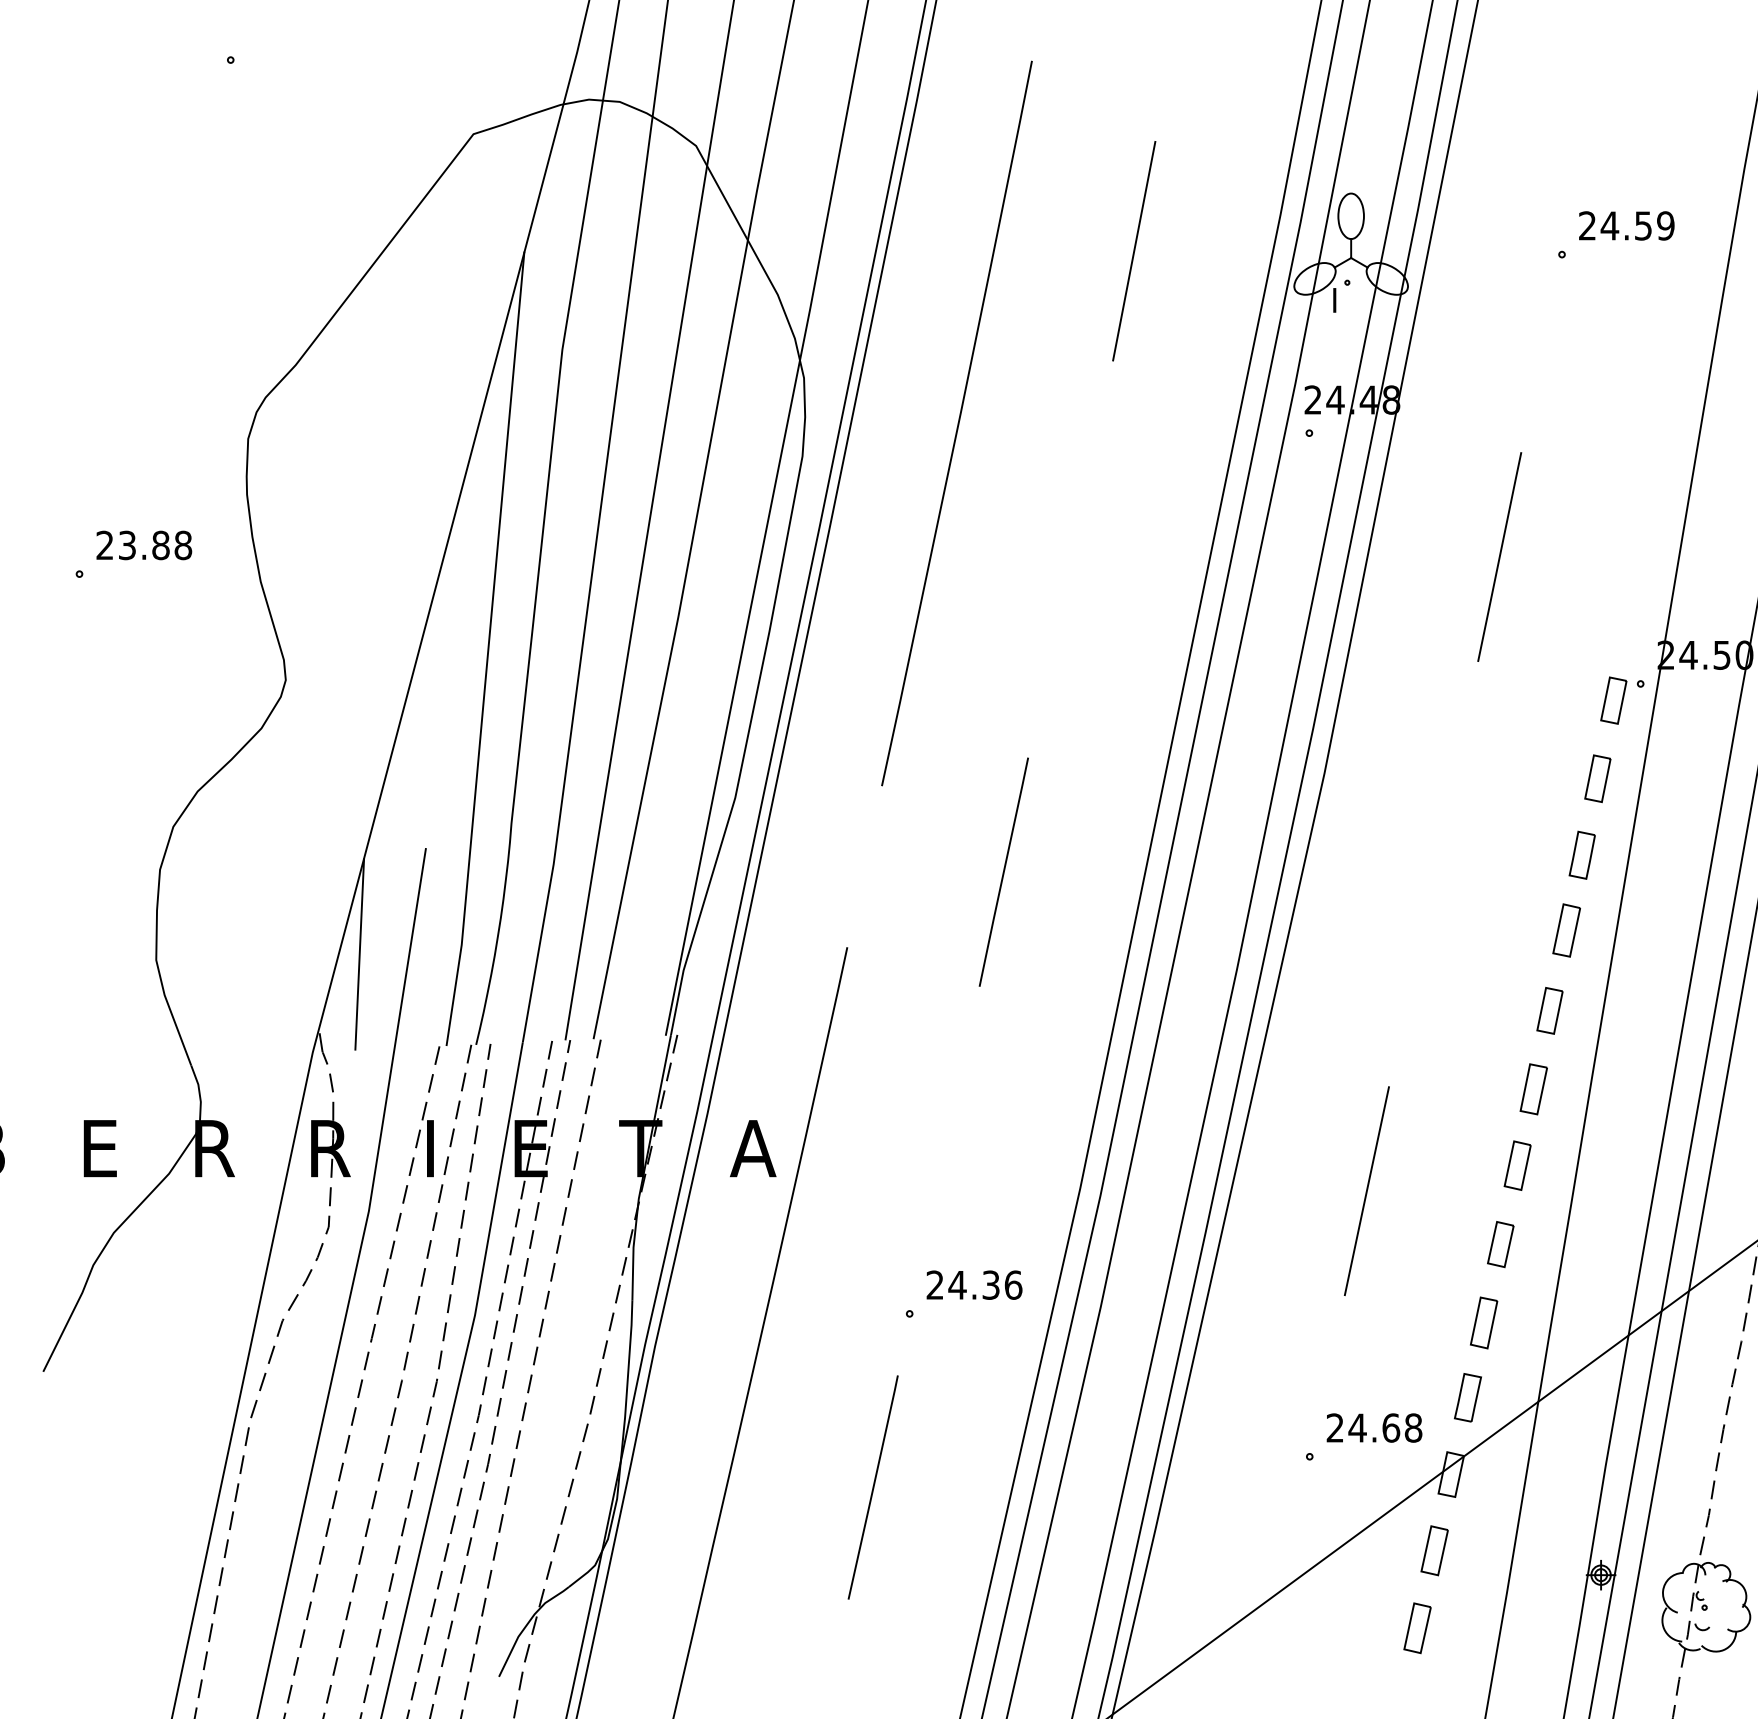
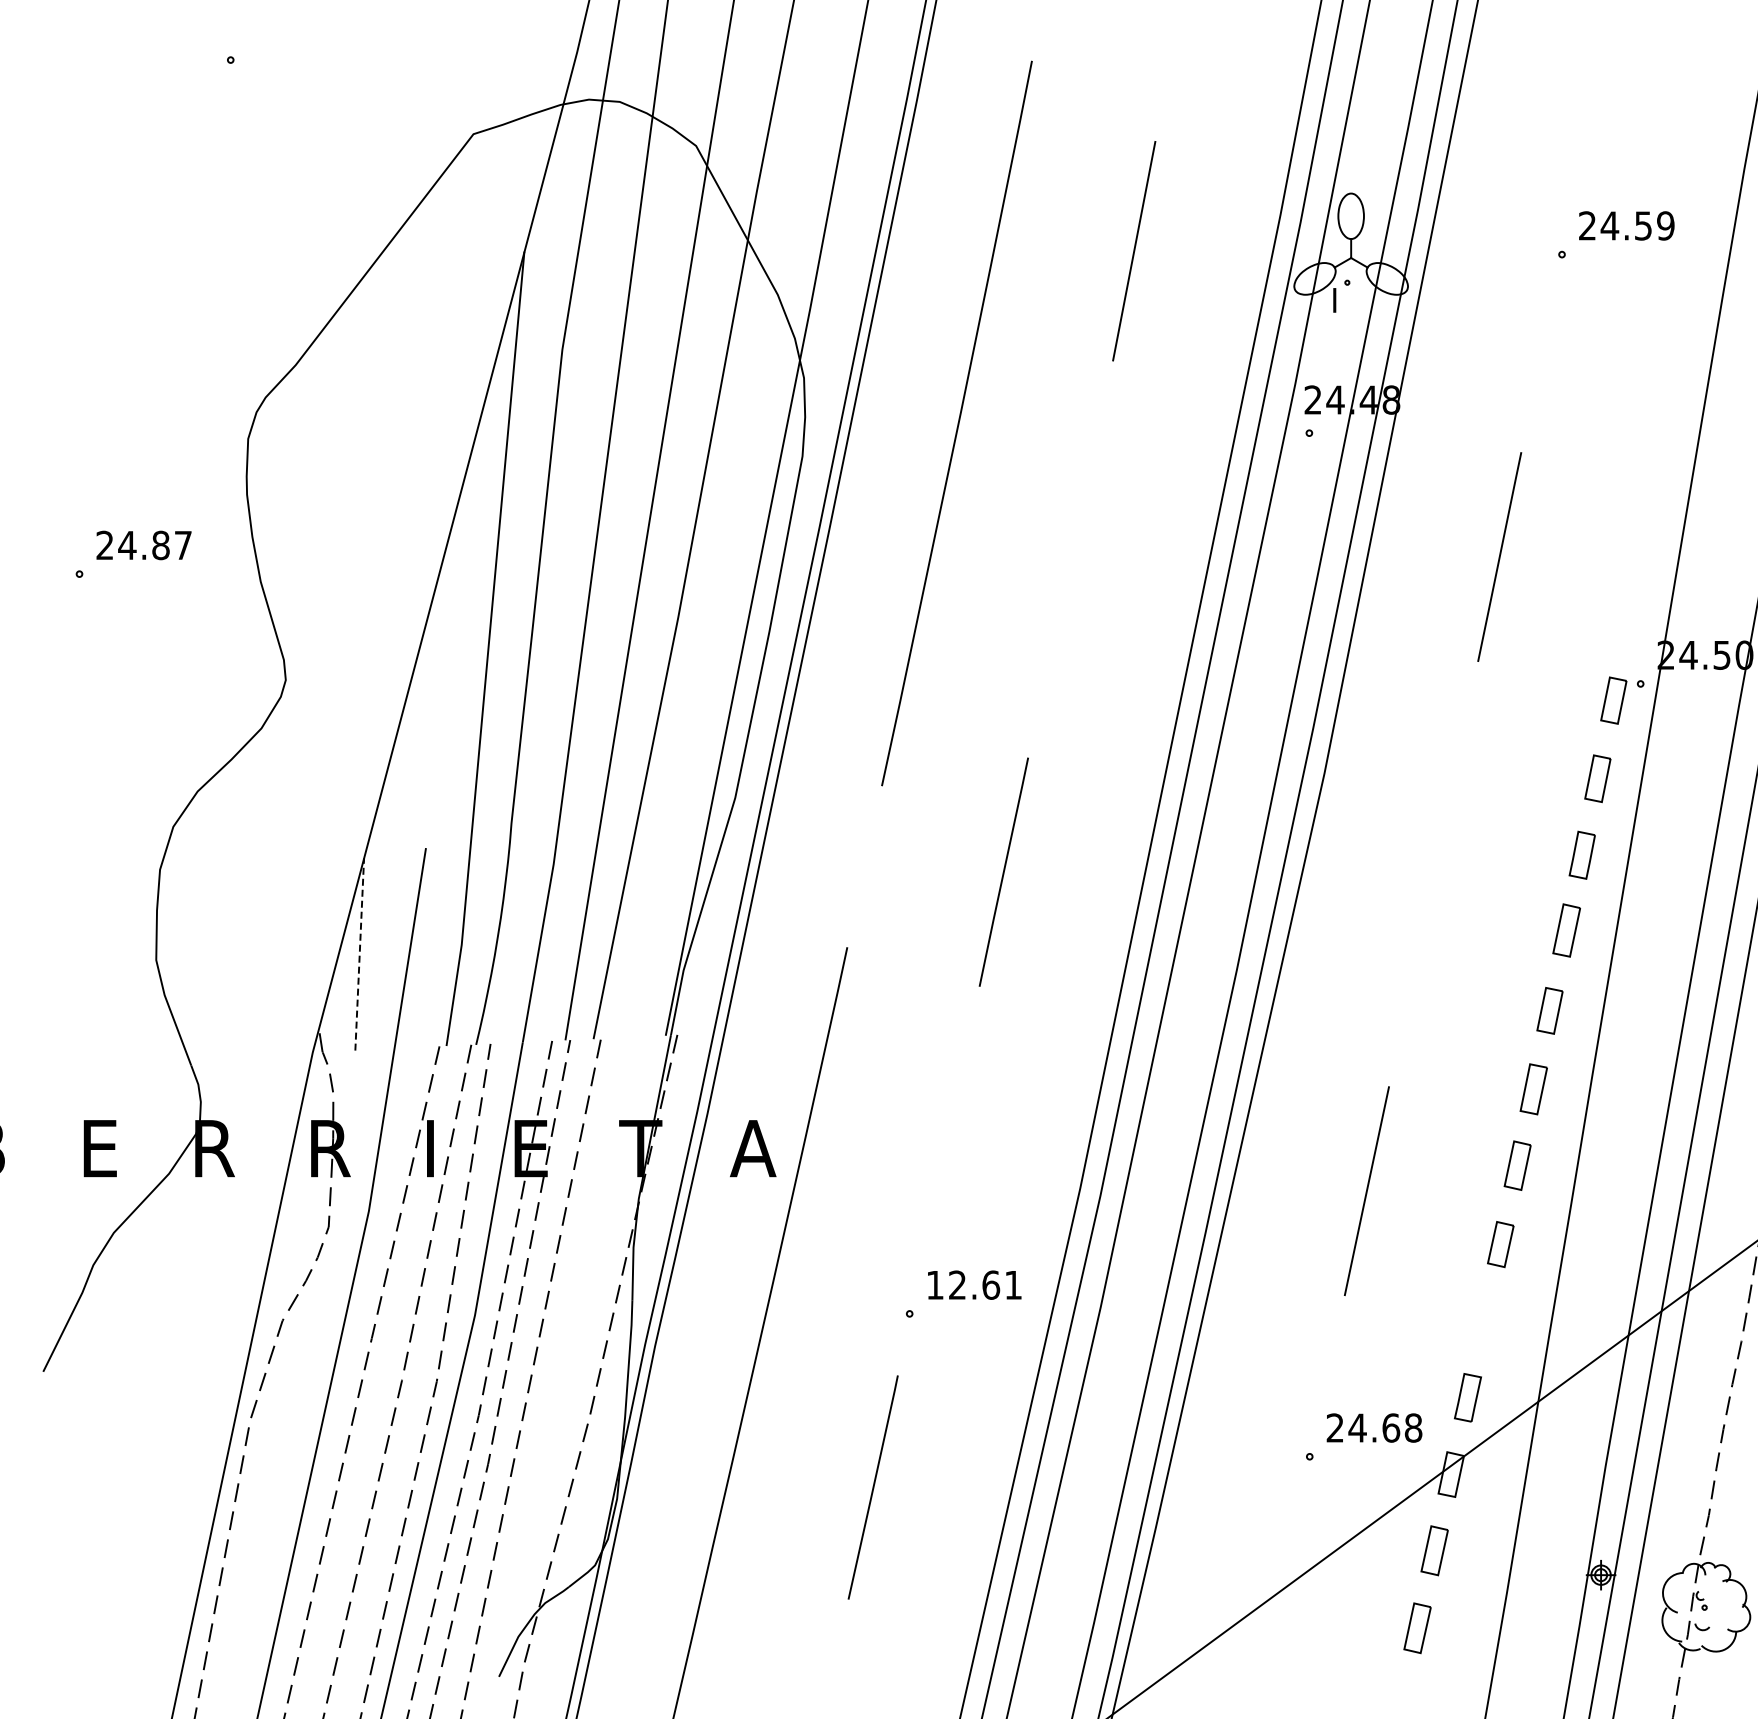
text at (155, 545): 23.88 -> 24.87
line at (359, 953): solid -> dashed
text at (974, 1284): 24.36 -> 12.61
part at (1484, 1322): present -> none
